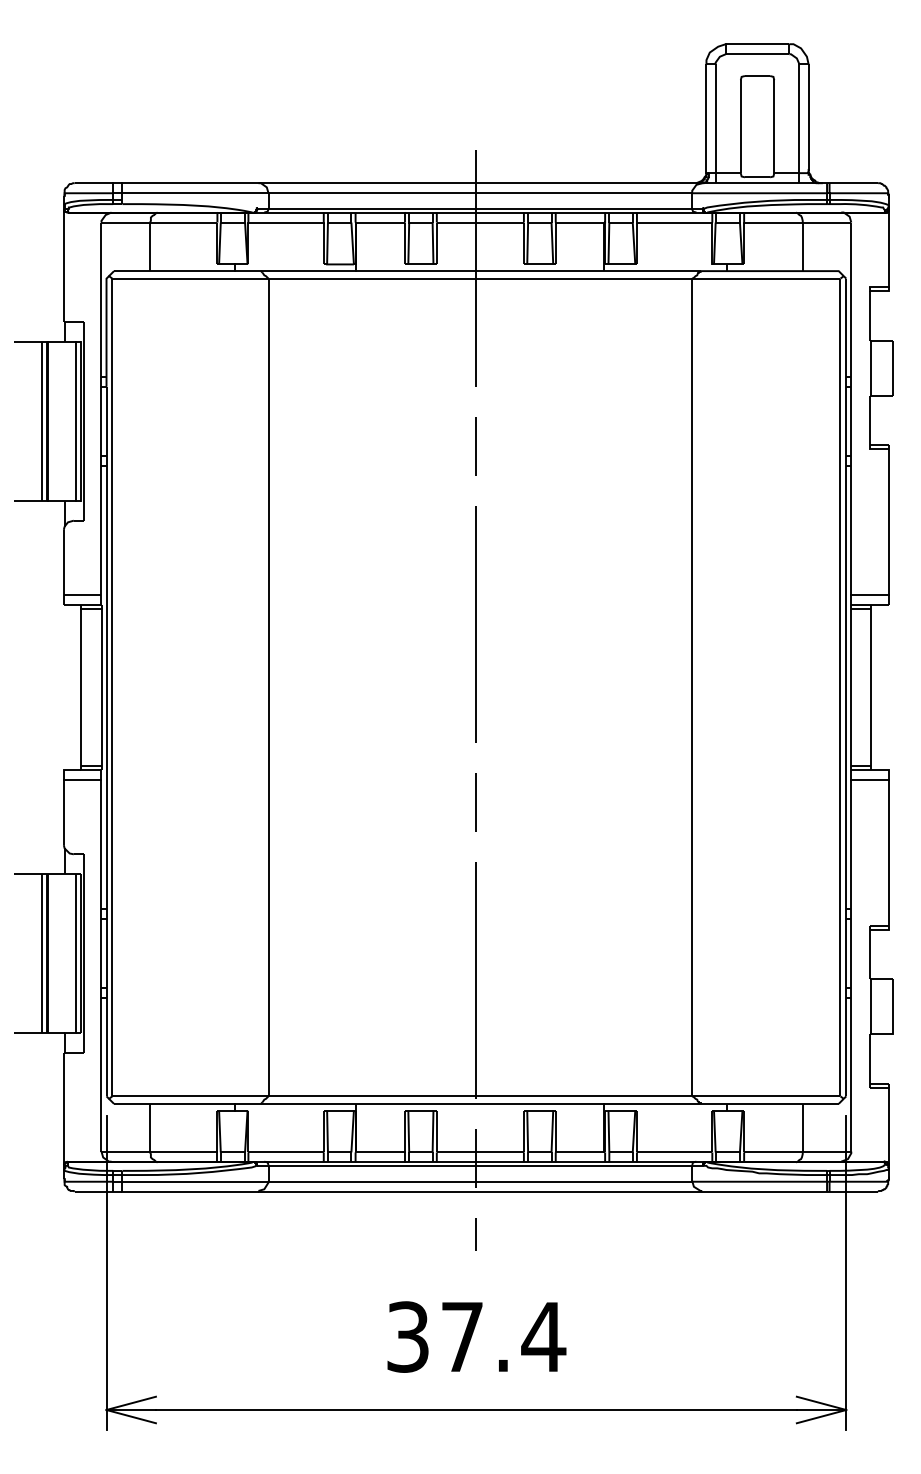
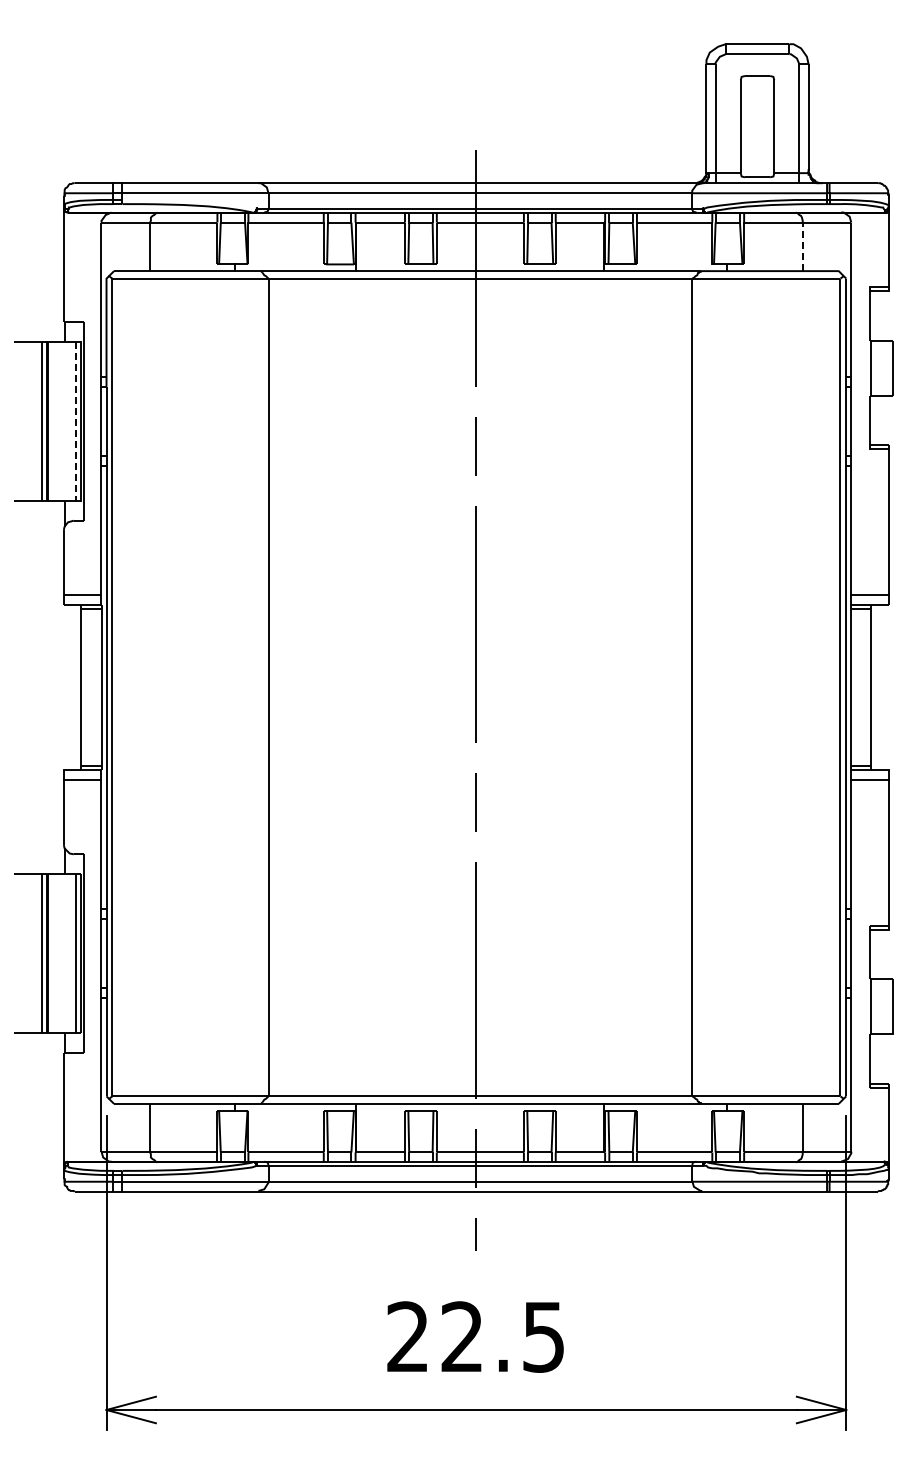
line at (802, 246): solid -> dashed
line at (75, 421): solid -> dashed
text at (476, 1336): 37.4 -> 22.5
